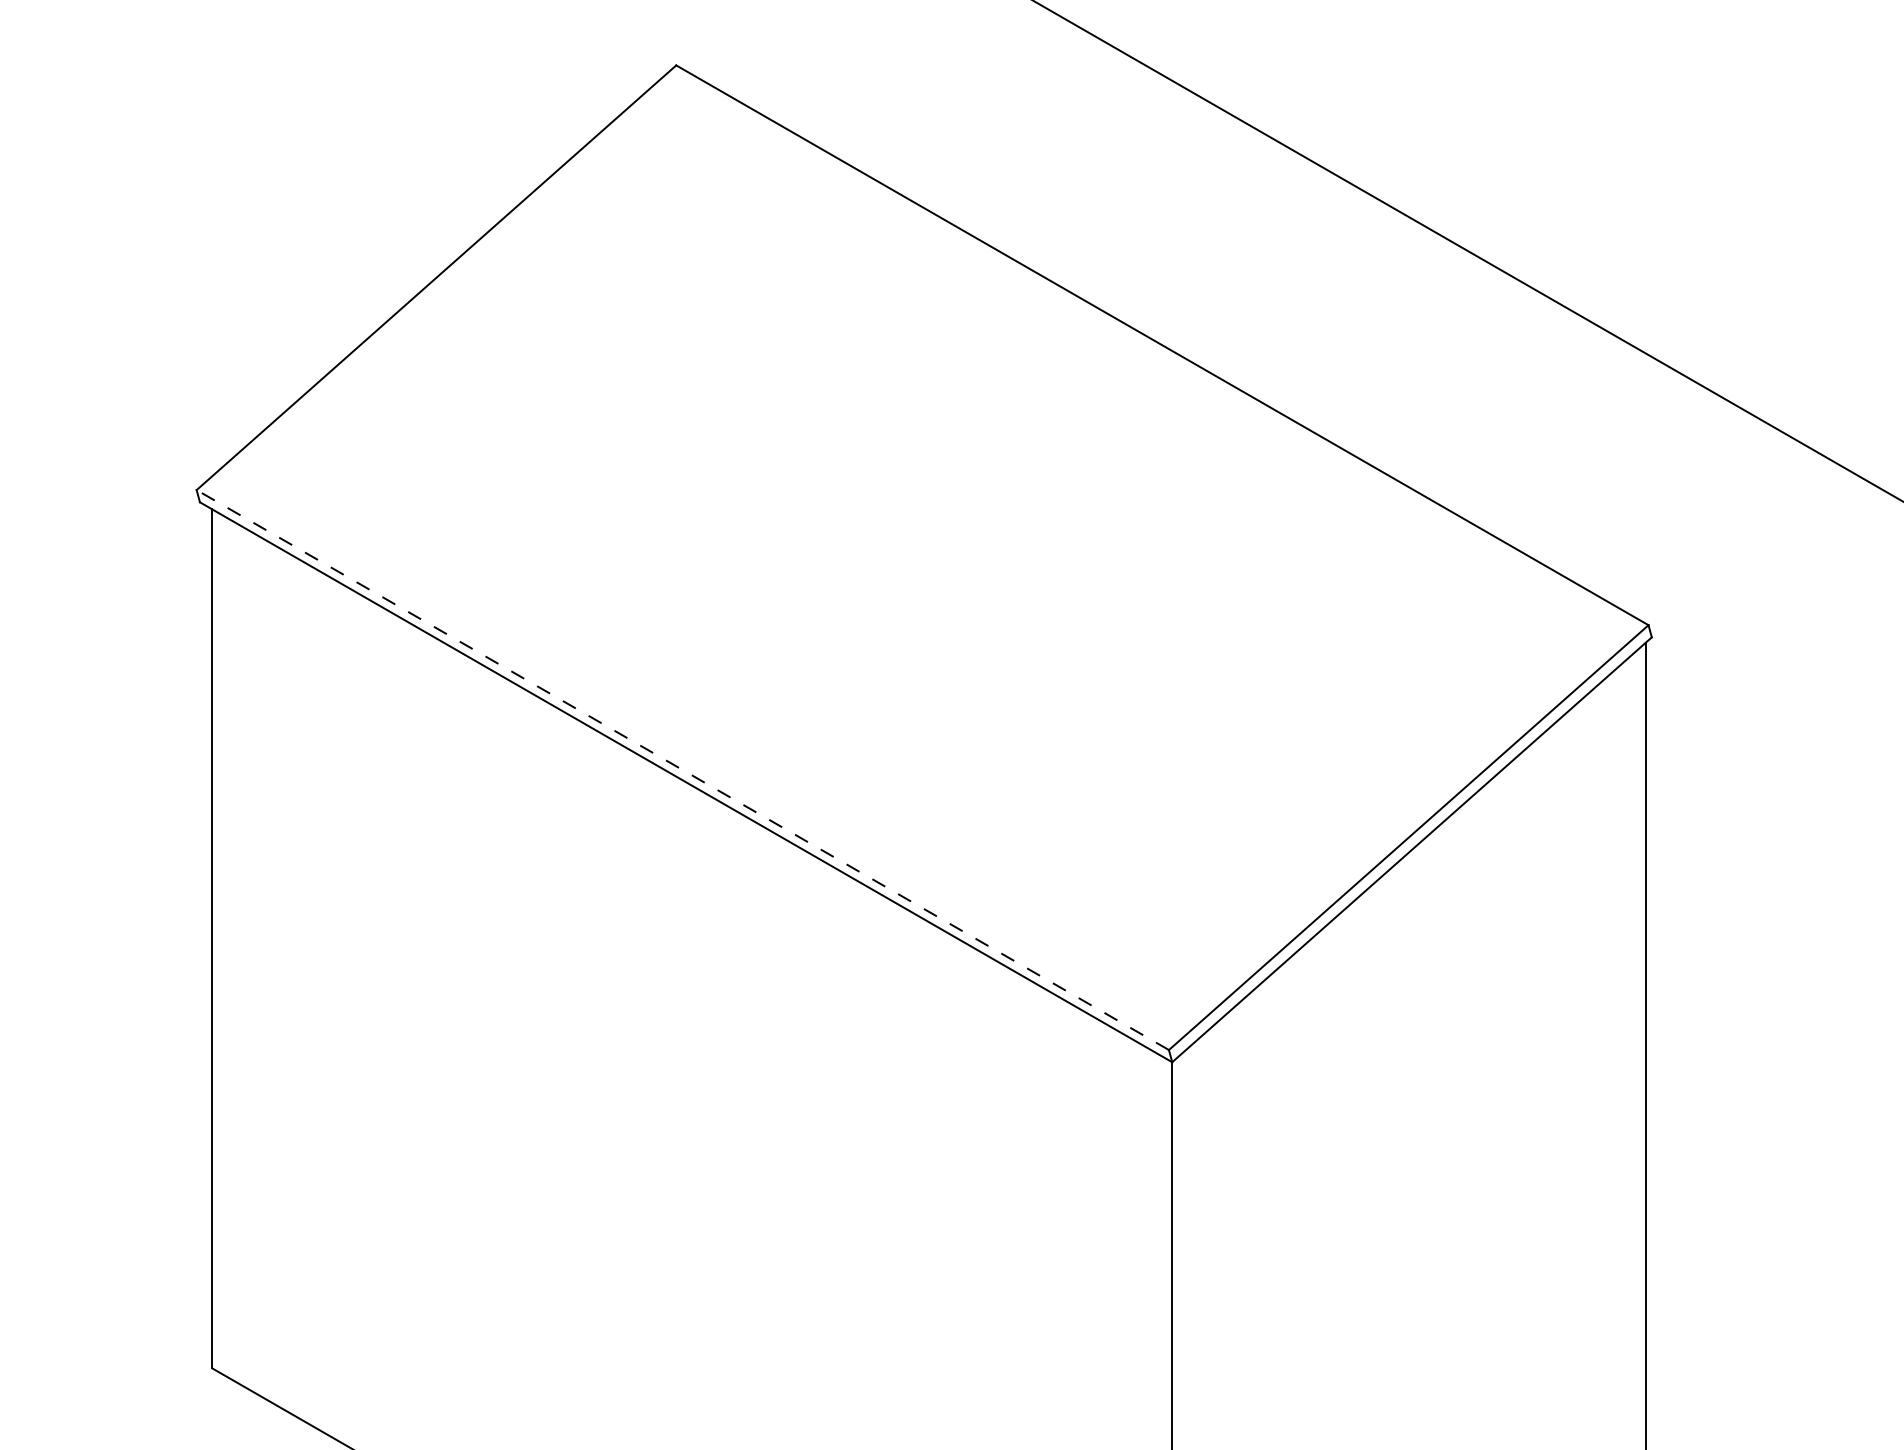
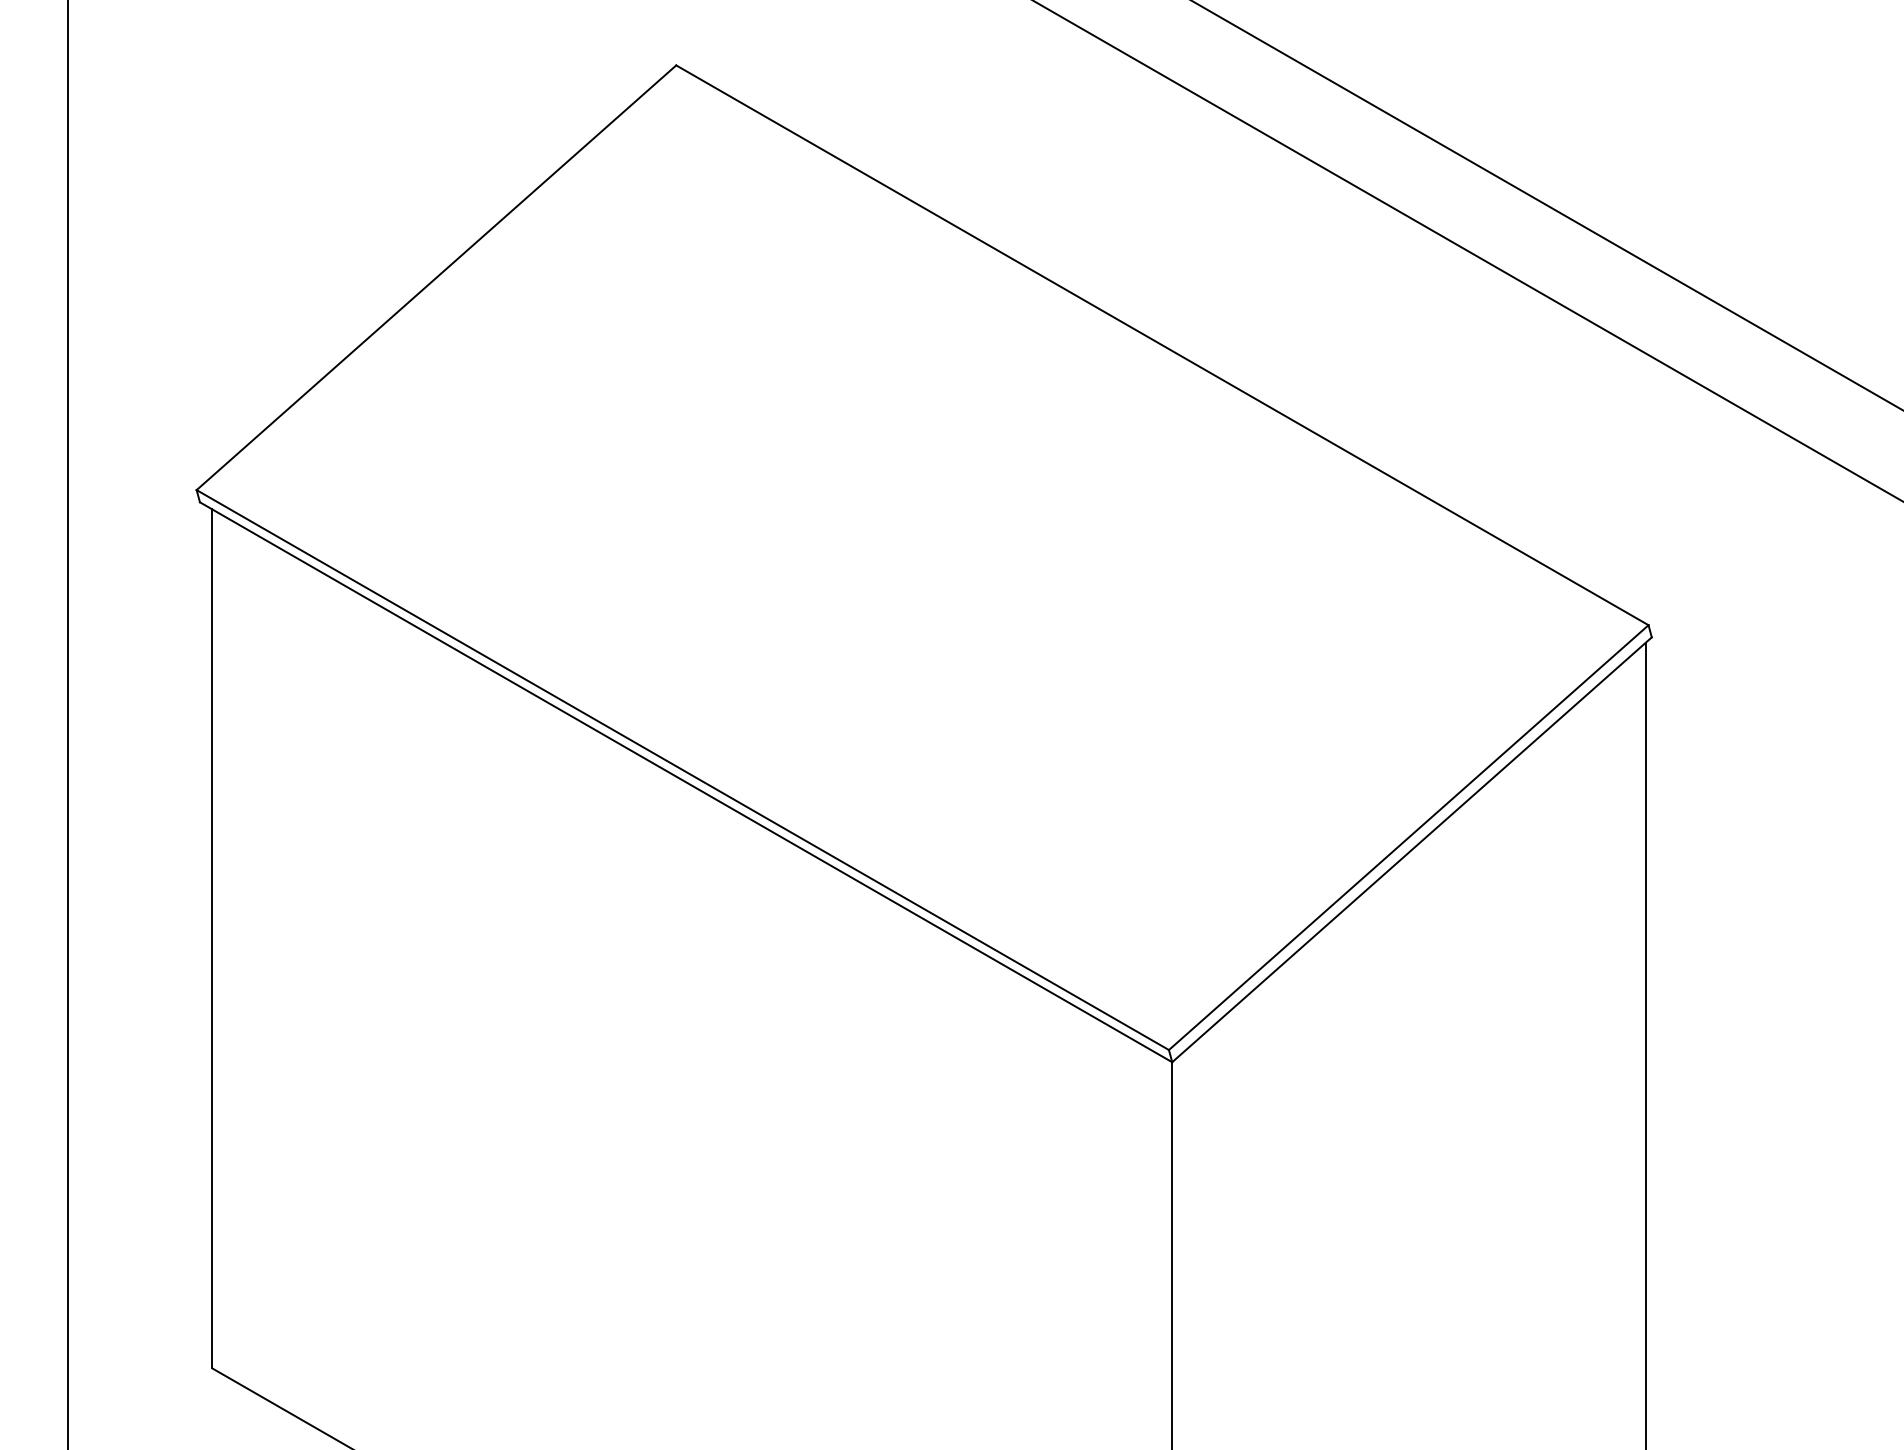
line at (1547, 205): none -> present
line at (68, 724): none -> present
line at (682, 770): dashed -> solid
